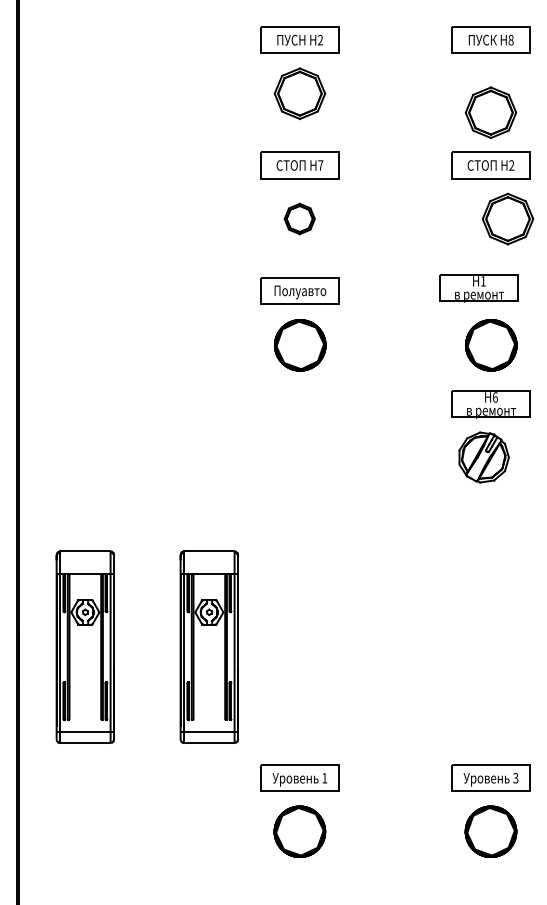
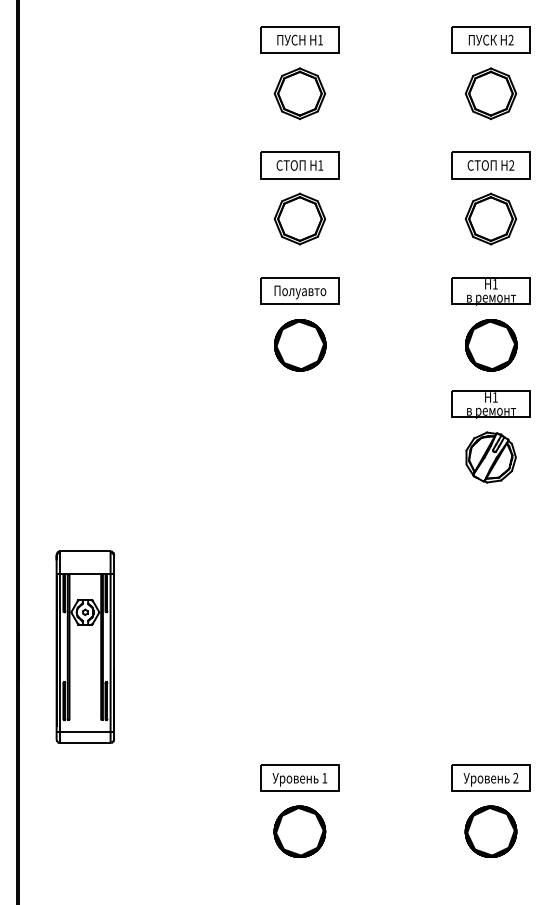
text at (320, 39): 2 -> 1
text at (510, 40): 8 -> 2
part at (490, 112) position: (490, 112) -> (490, 93)
text at (320, 165): 7 -> 1
part at (299, 218) size: 33x34 px -> 53x54 px
part at (508, 218) position: (508, 218) -> (491, 218)
part at (478, 288) position: (478, 288) -> (490, 291)
text at (494, 397): 6 -> 1
part at (483, 457) position: (483, 457) -> (490, 457)
part at (208, 646): present -> none
text at (515, 778): 3 -> 2
